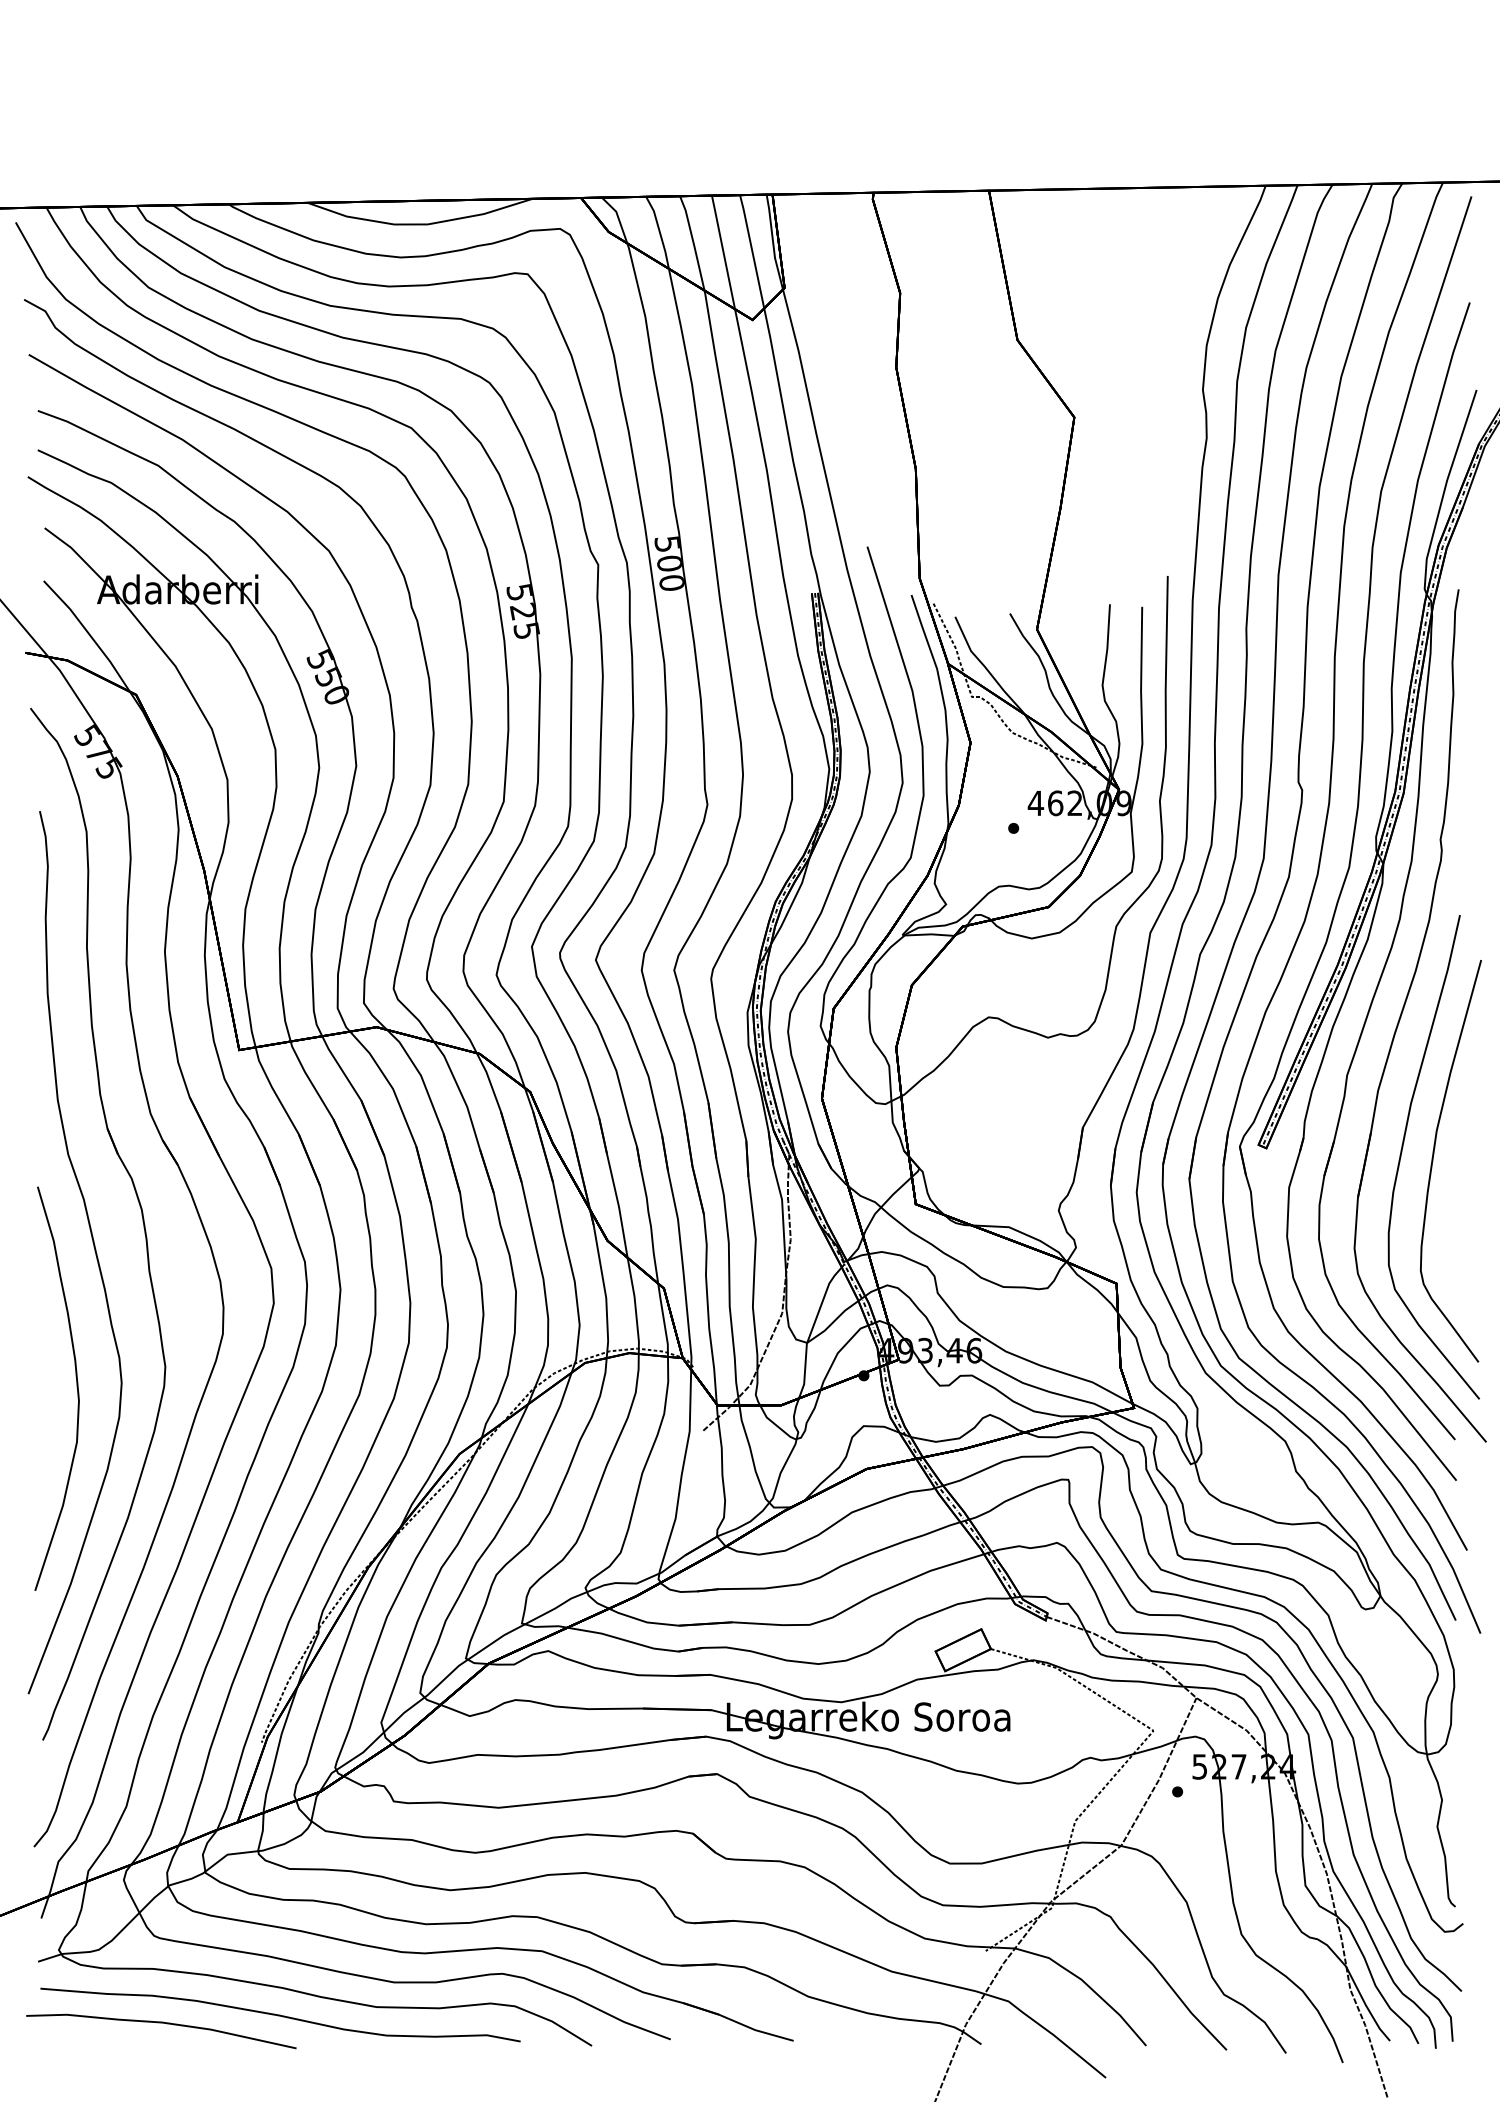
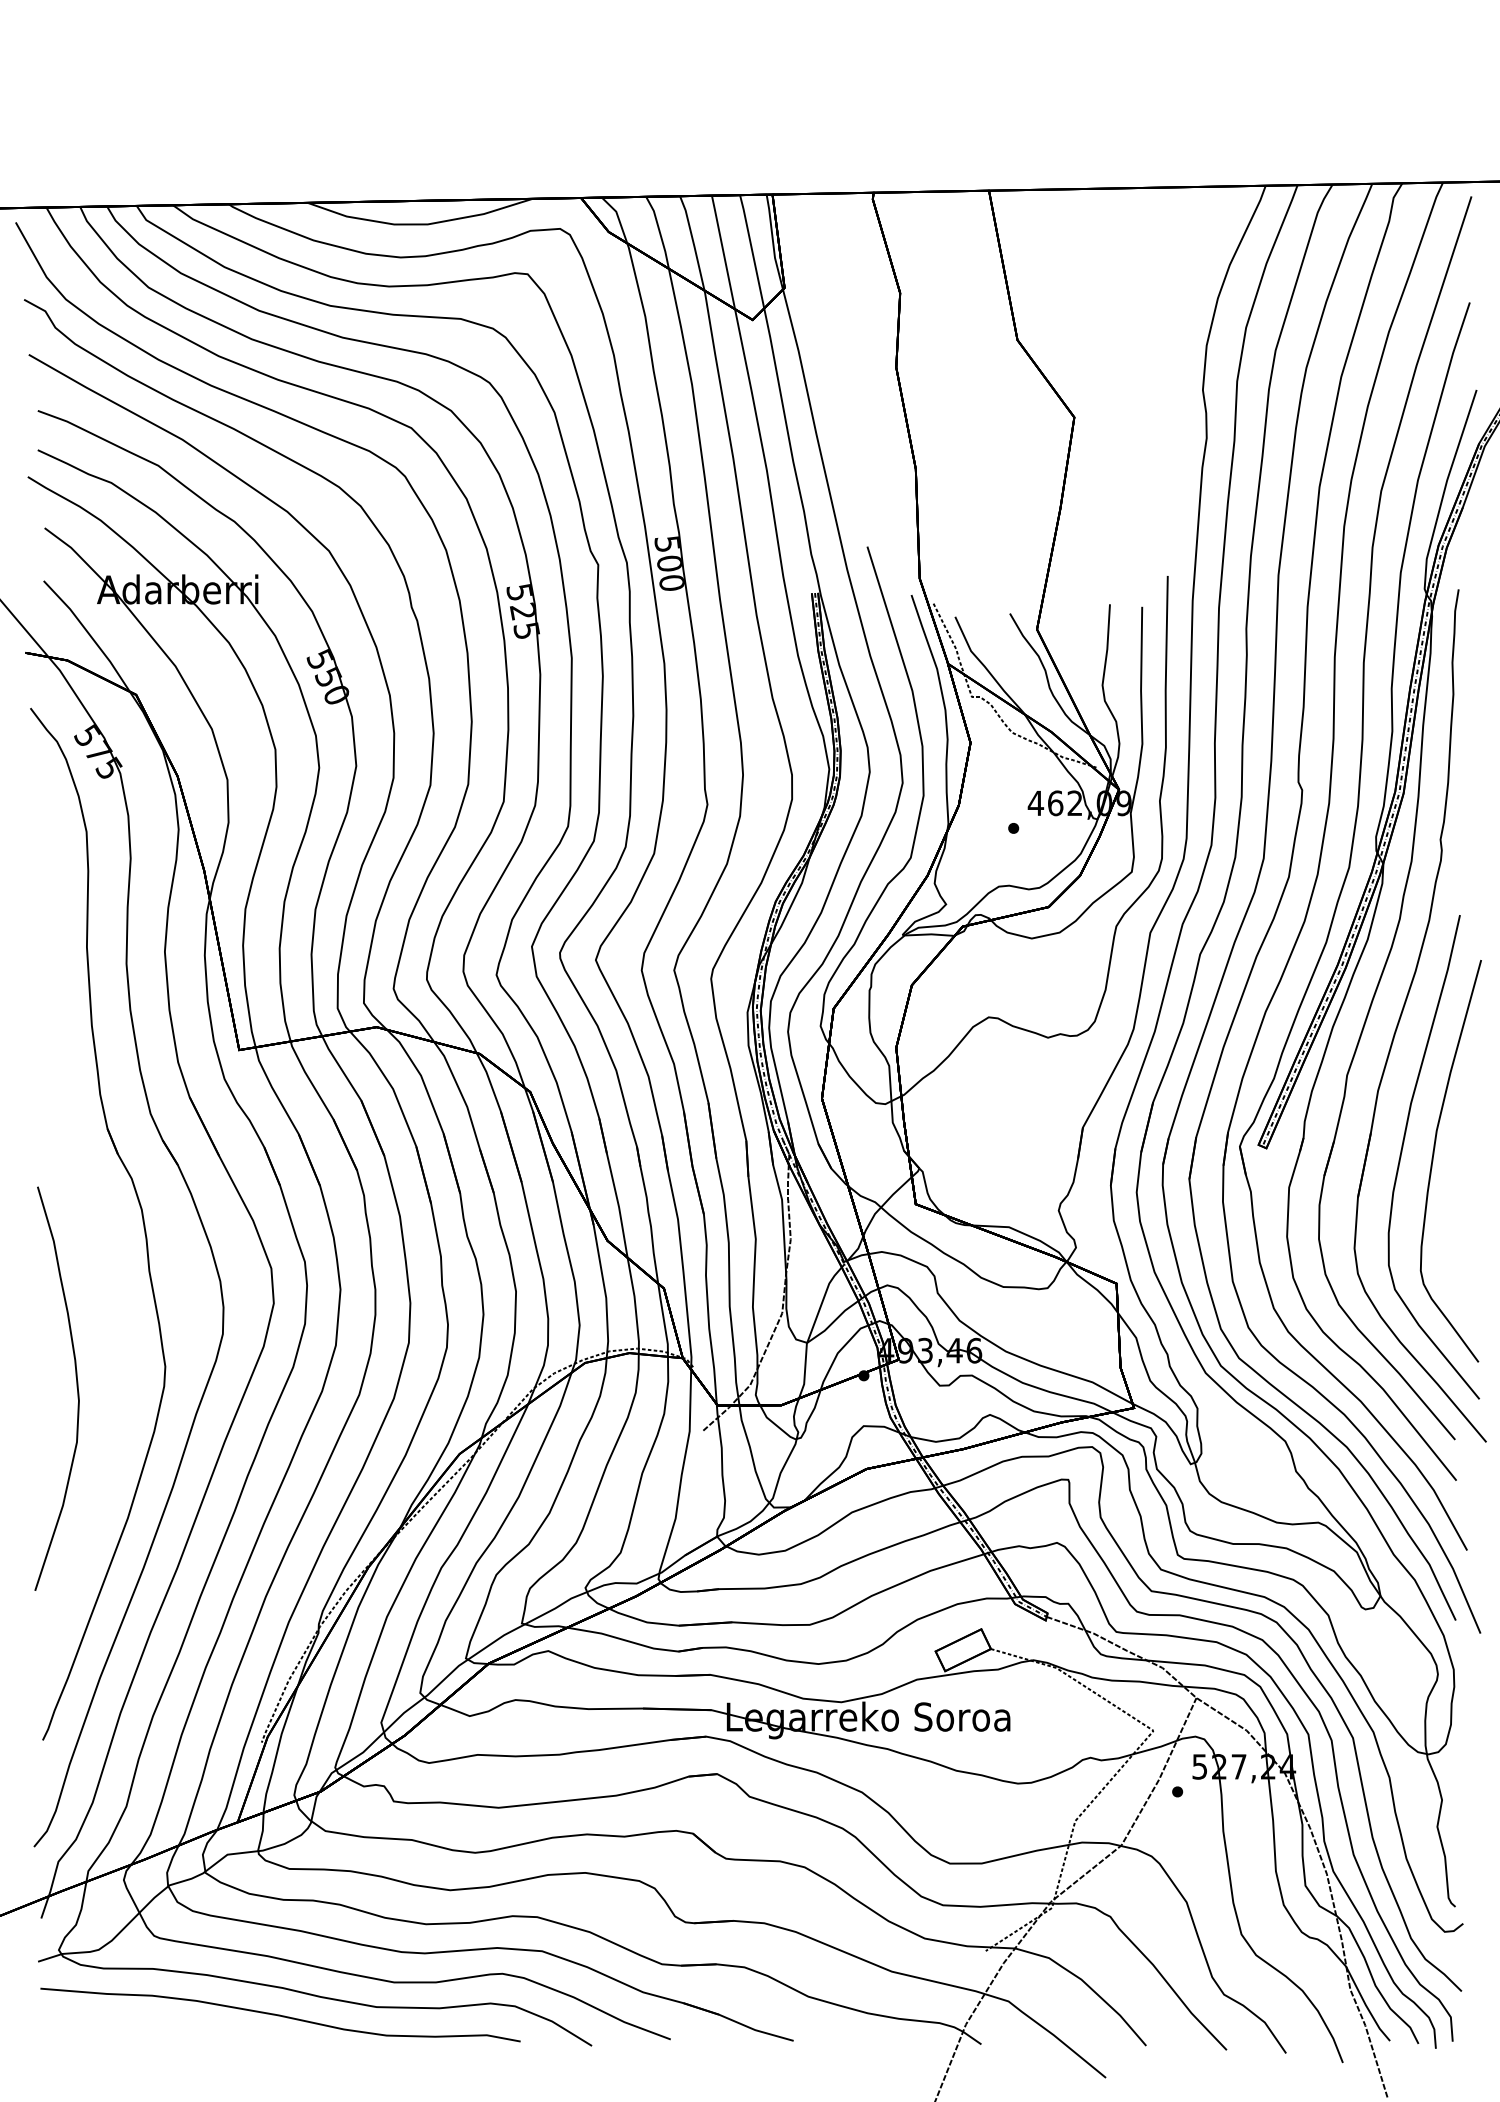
curve at (93, 1247): present -> none
curve at (161, 2023): present -> none
